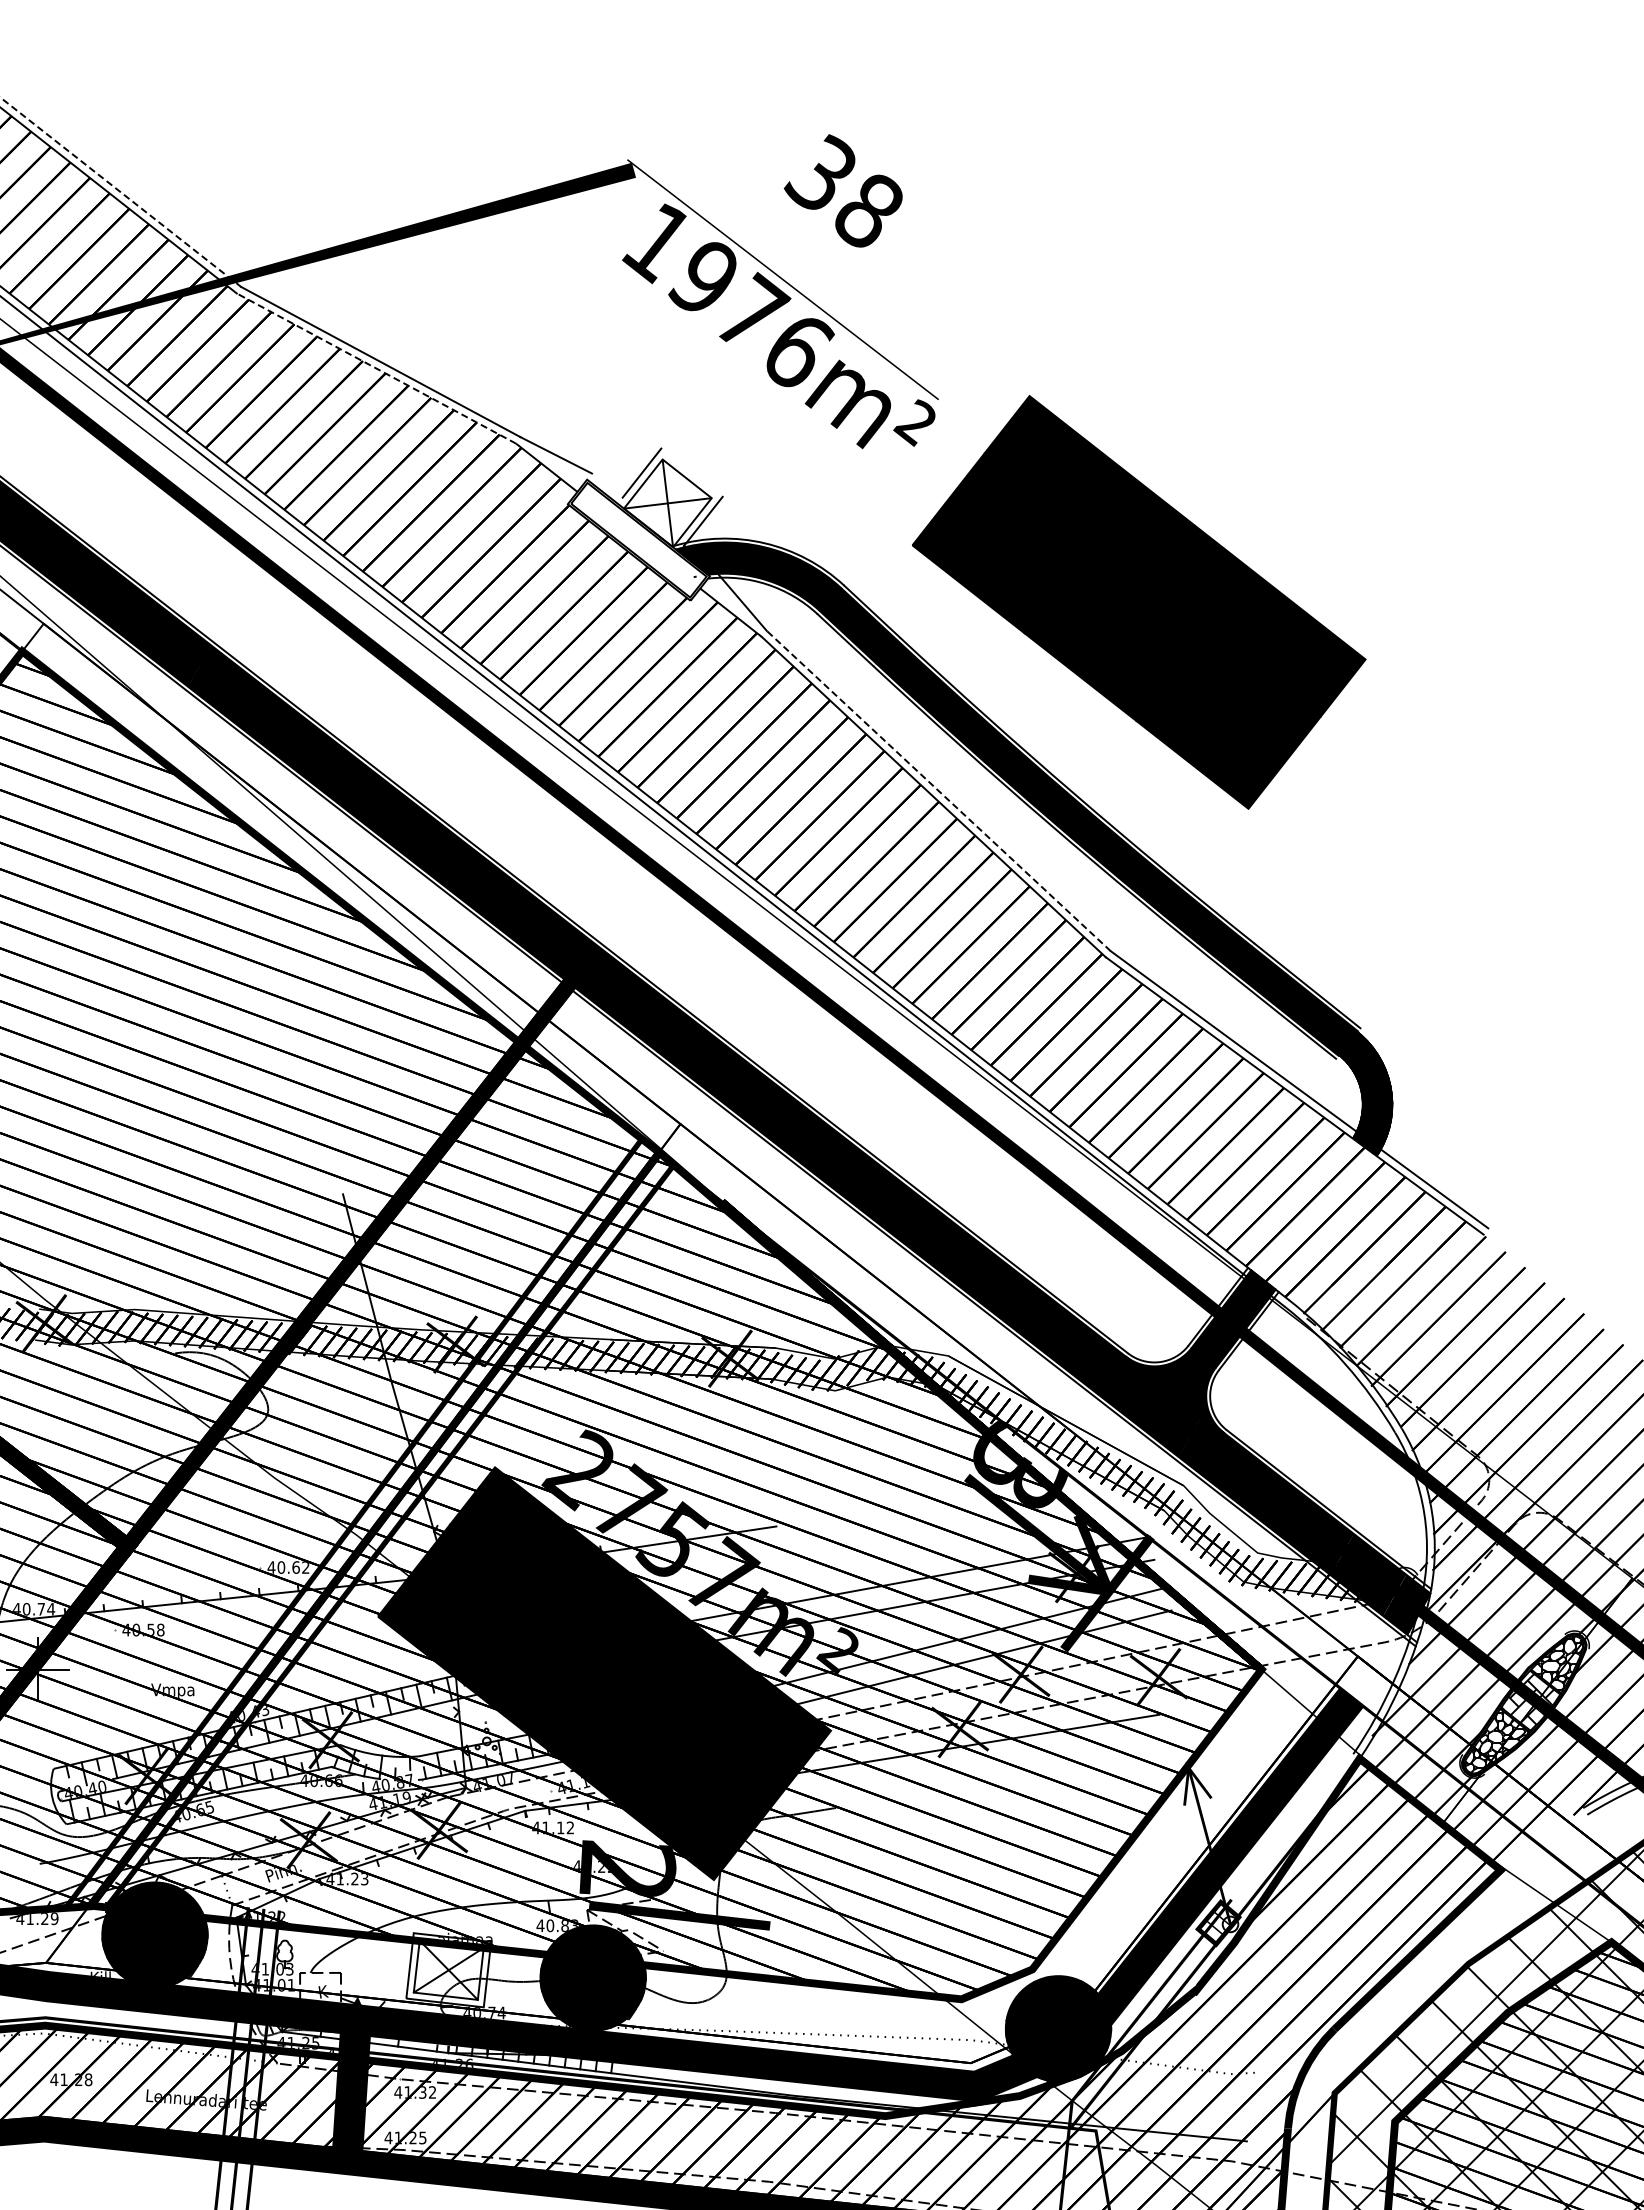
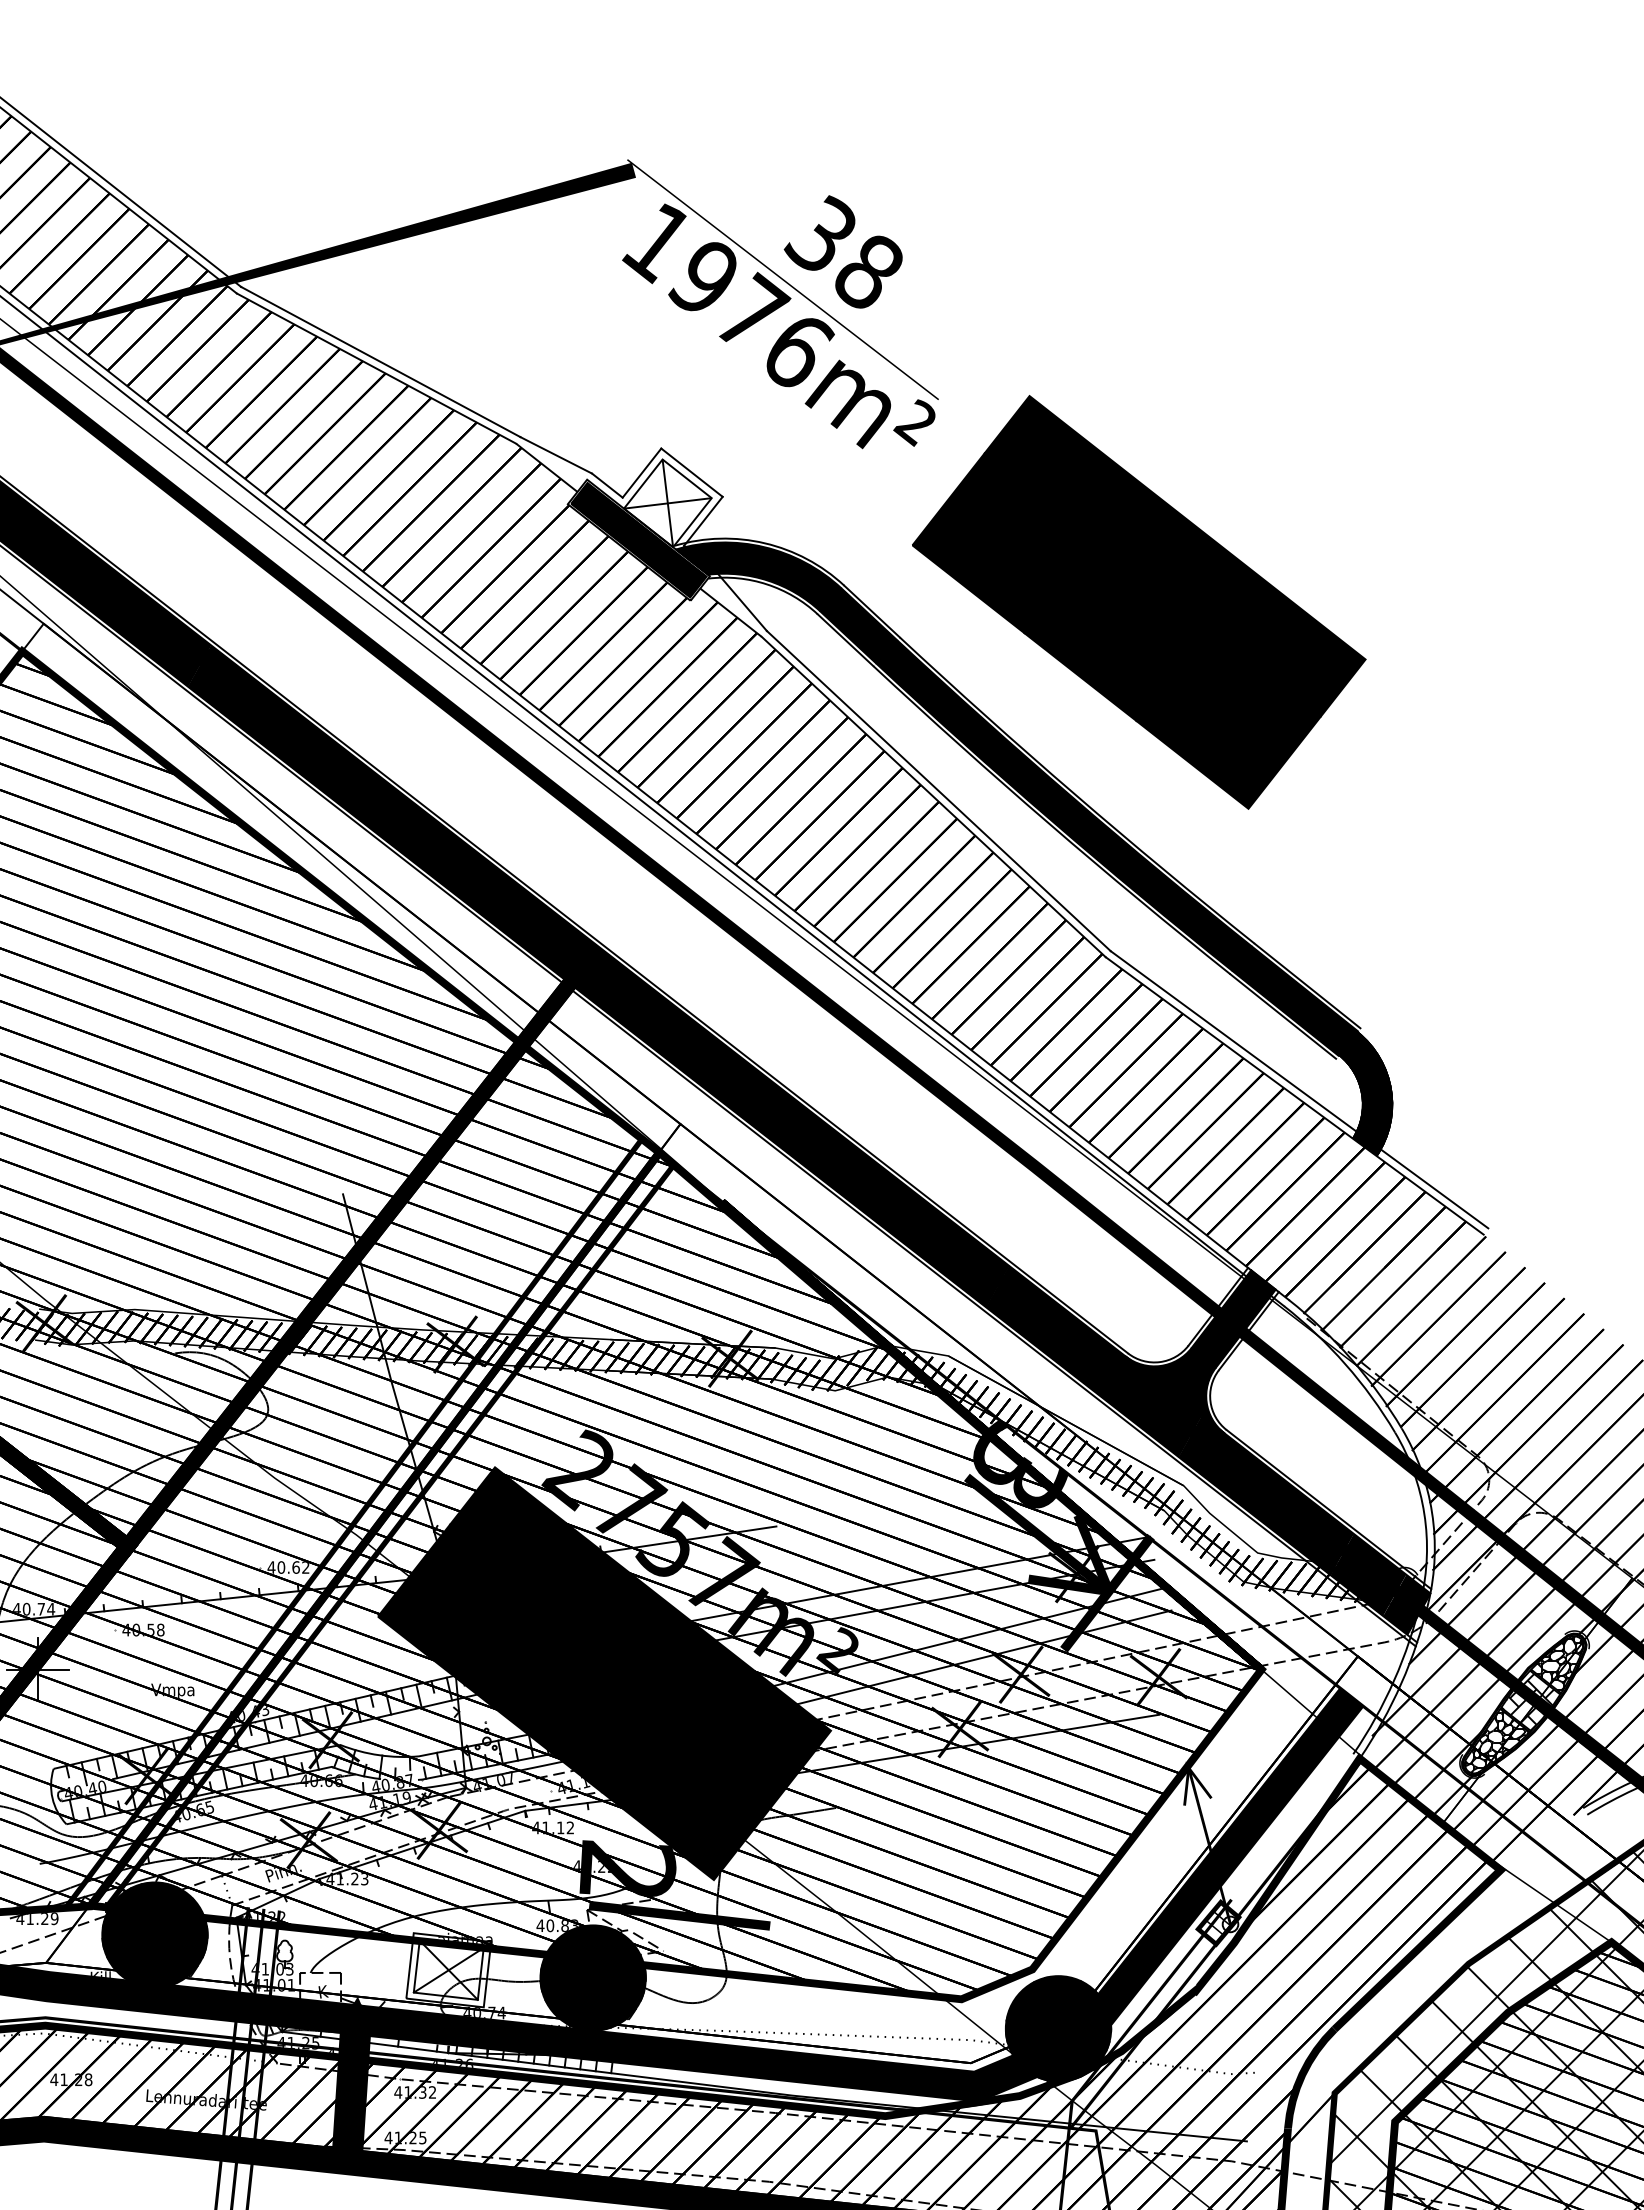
text at (842, 190) position: (842, 190) -> (842, 251)
line at (120, 192): dashed -> solid
line at (376, 368): dashed -> solid
line at (691, 472): none -> present
line at (607, 485): none -> present
fill at (638, 539): none -> present
line at (938, 791): dashed -> solid
